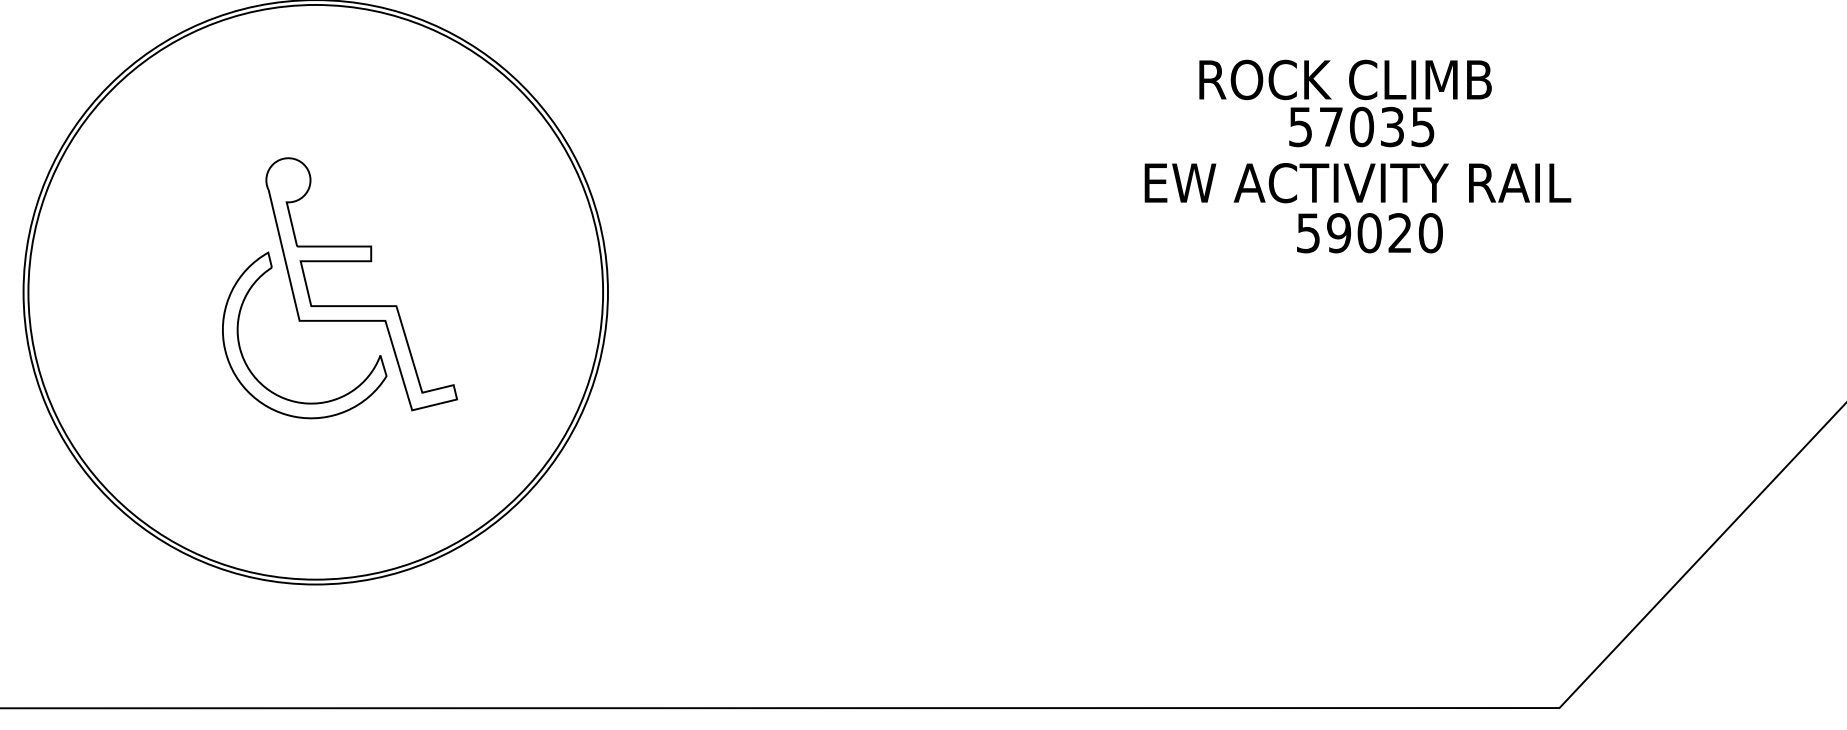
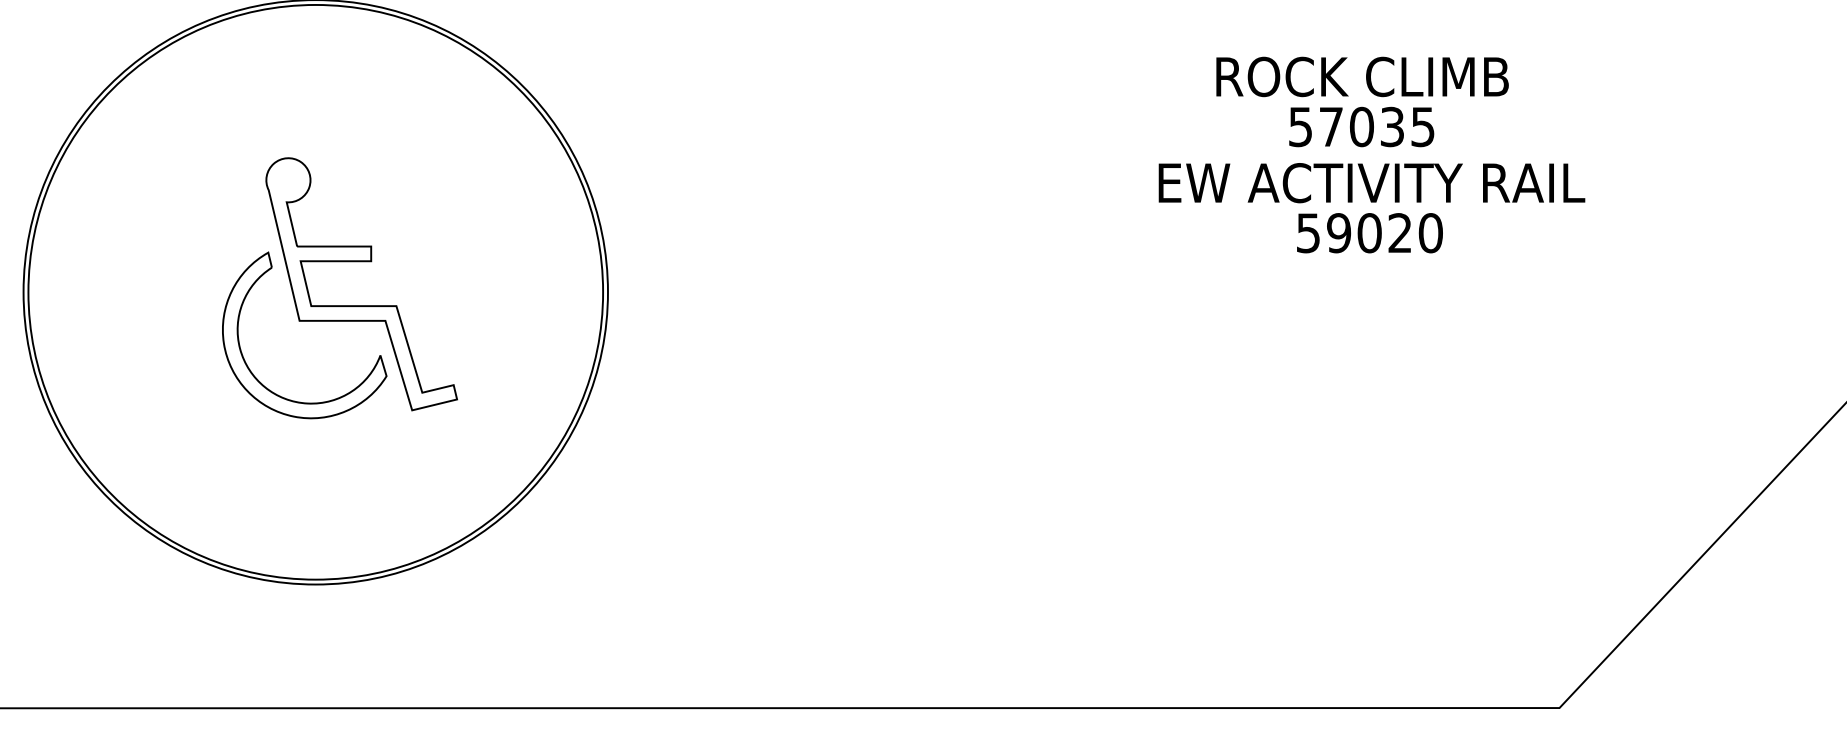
text at (1345, 79) position: (1345, 79) -> (1362, 76)
text at (1357, 183) position: (1357, 183) -> (1371, 183)
